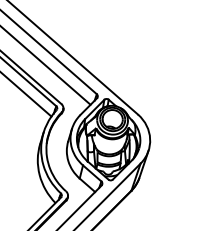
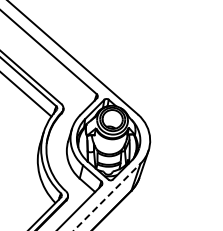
line at (46, 65): present -> none
line at (107, 196): solid -> dashed
